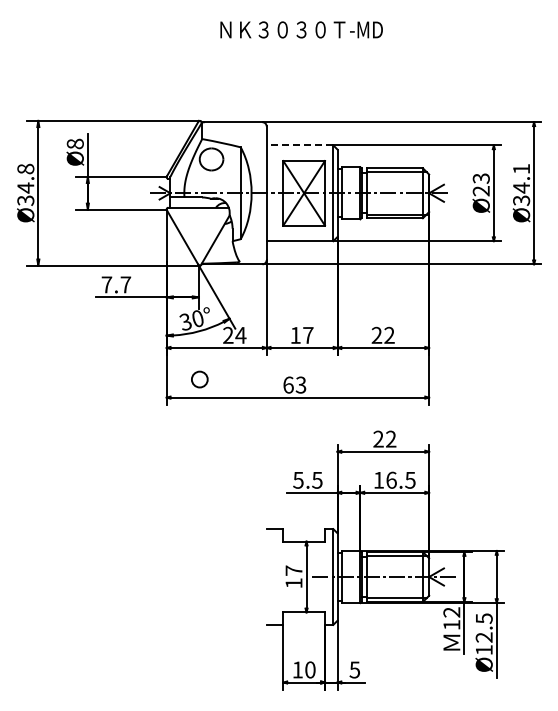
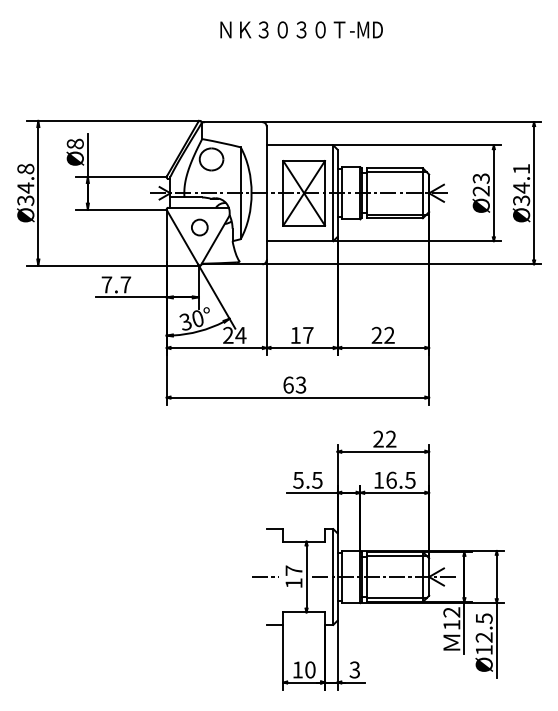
line at (299, 145): dashed -> solid
circle at (199, 379) position: (199, 379) -> (199, 227)
line at (265, 577): none -> present
text at (354, 669): 5 -> 3
